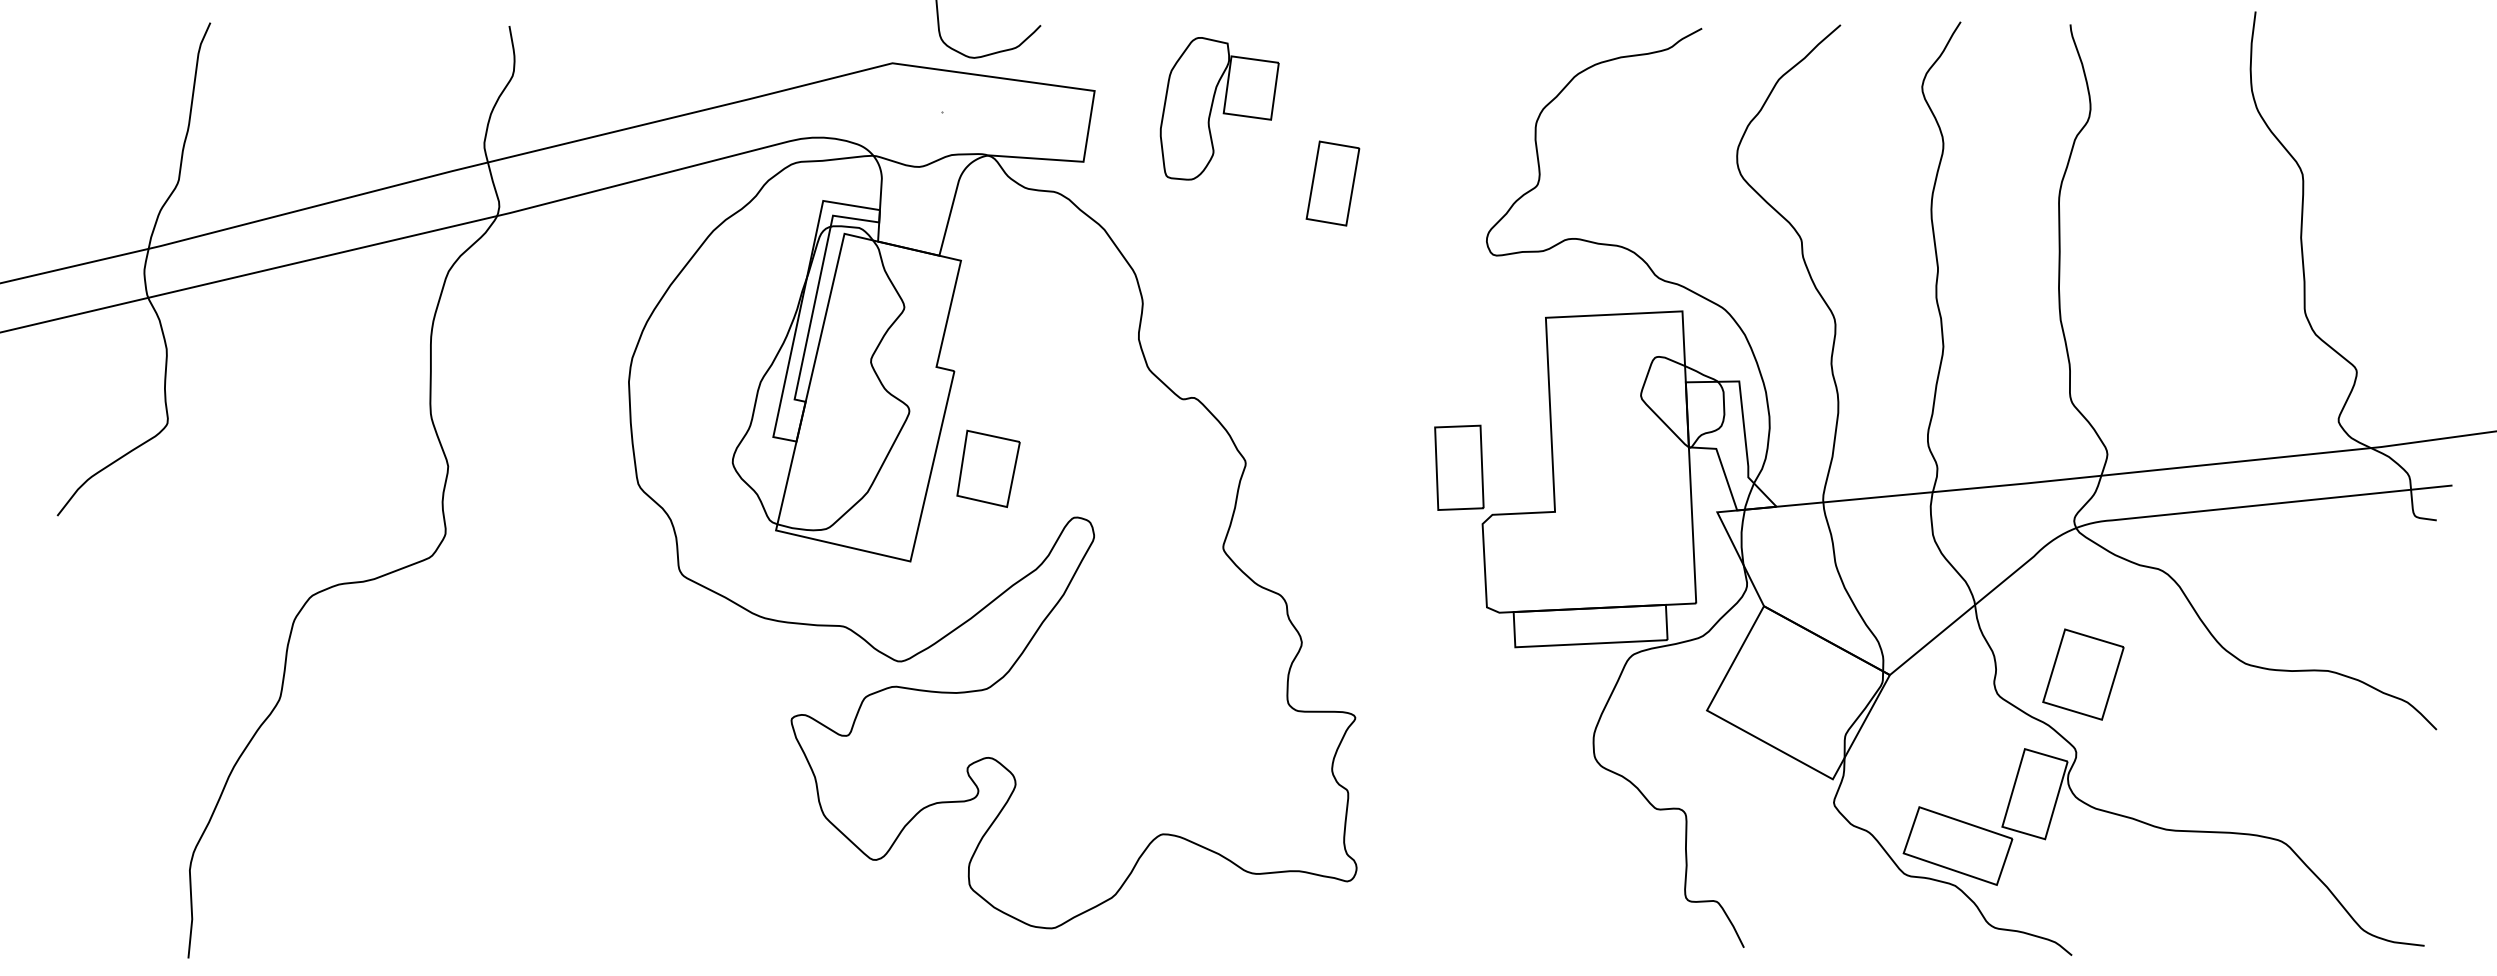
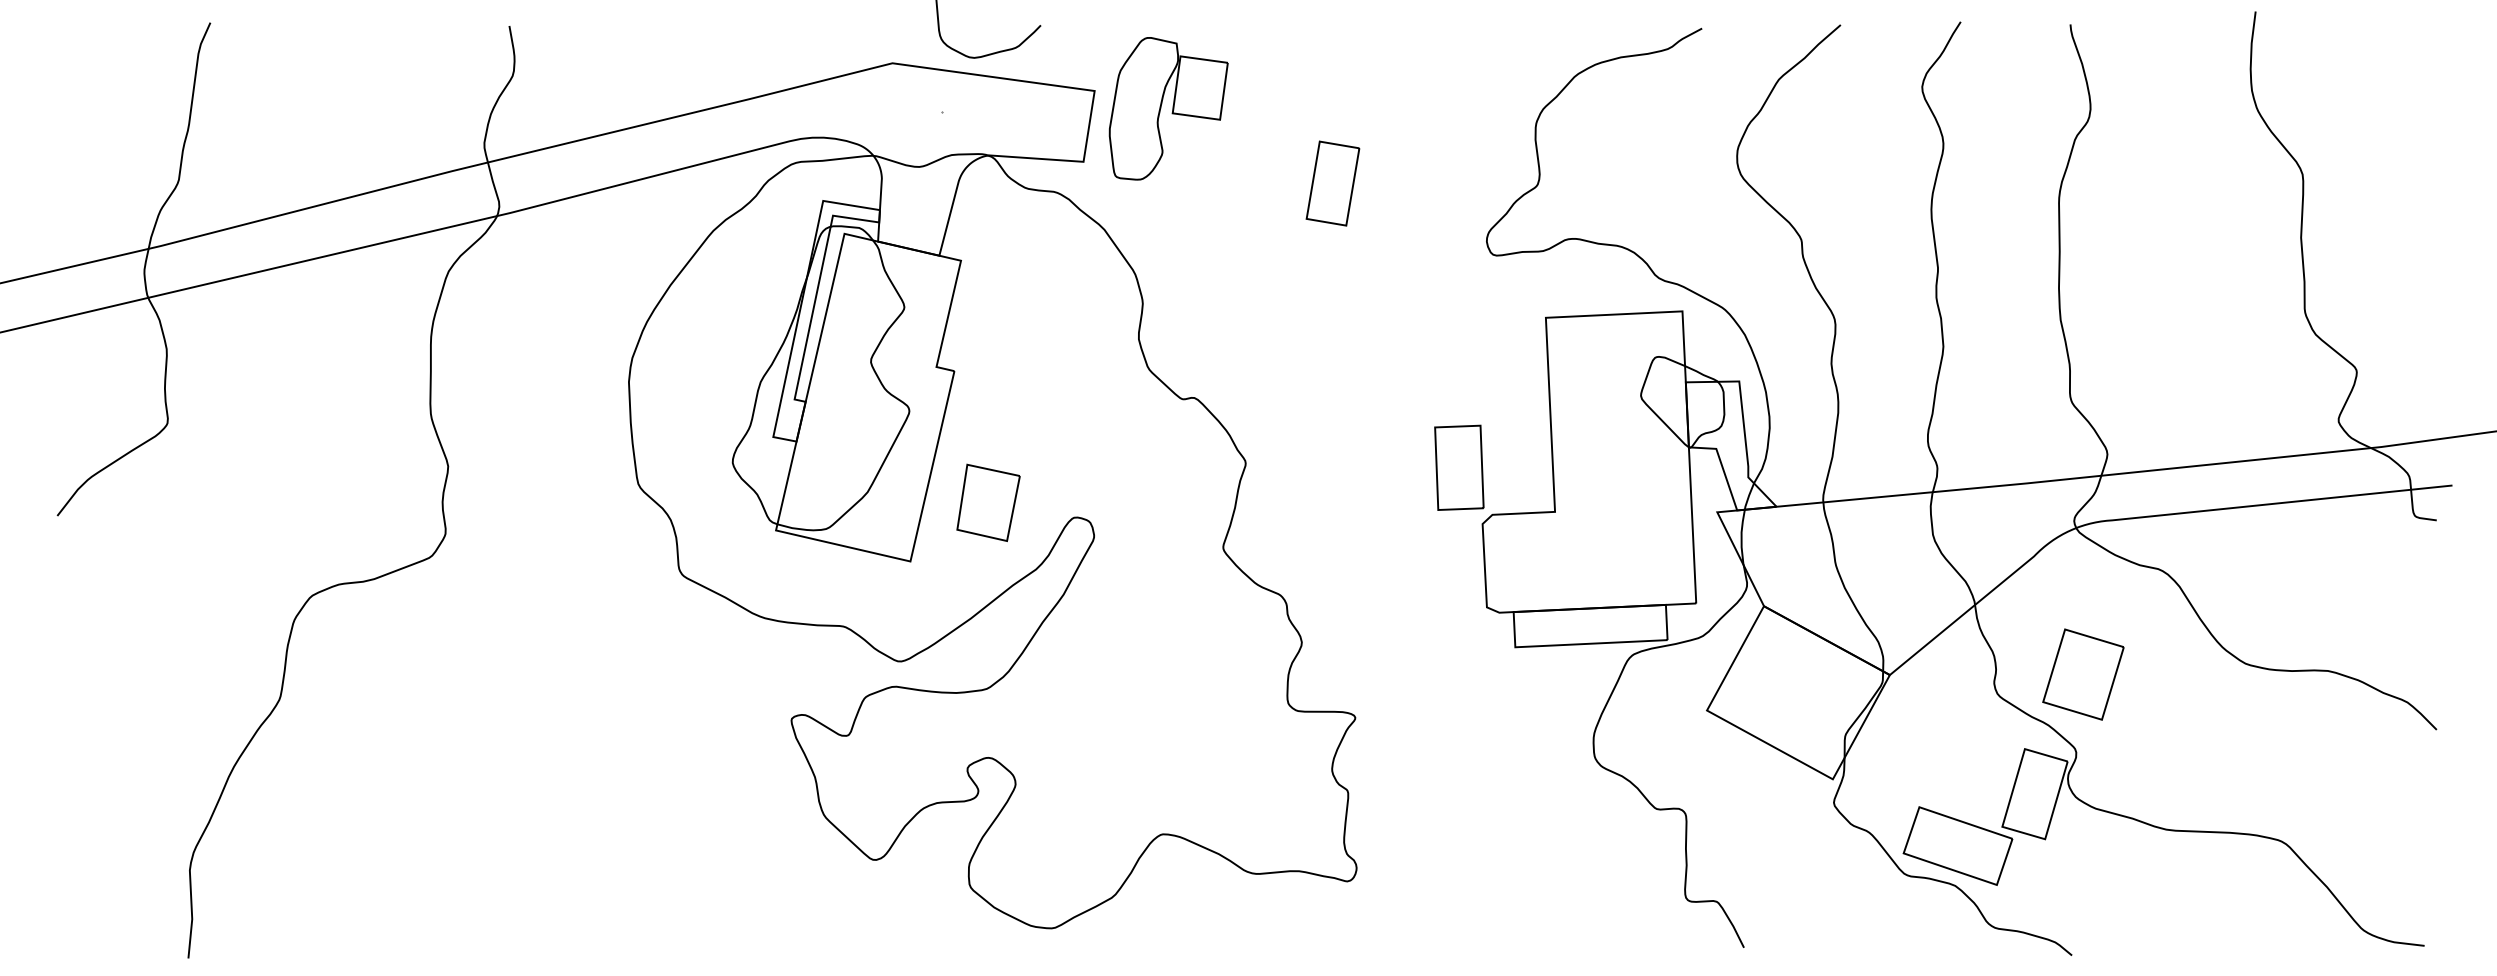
part at (1219, 108) position: (1219, 108) -> (1168, 108)
part at (988, 468) position: (988, 468) -> (988, 502)
